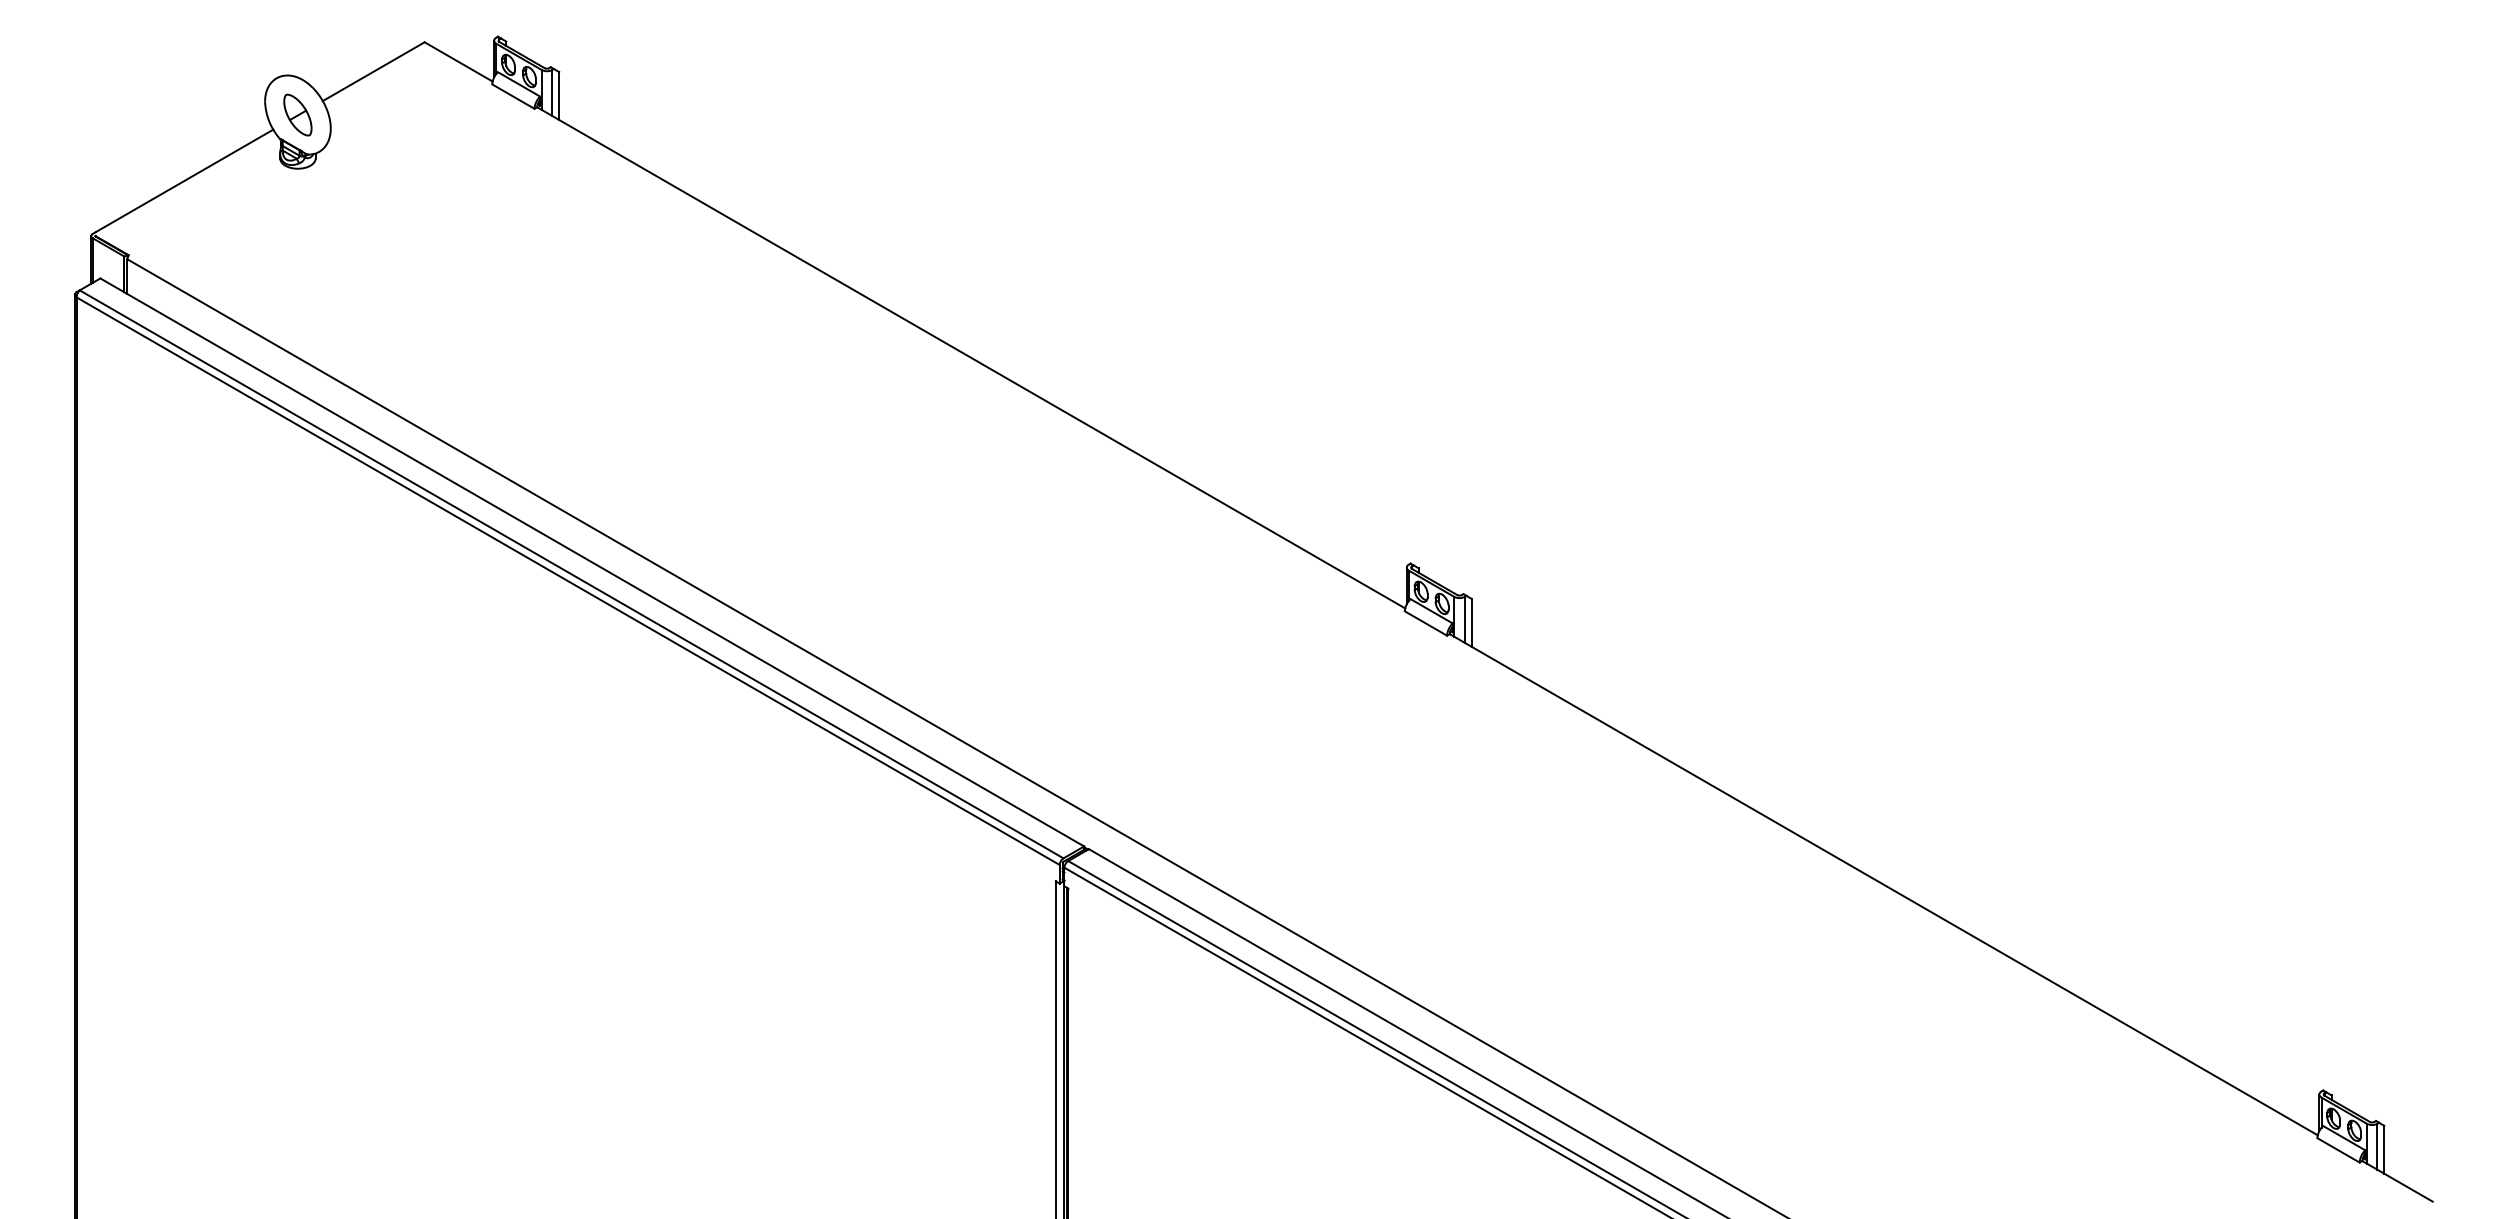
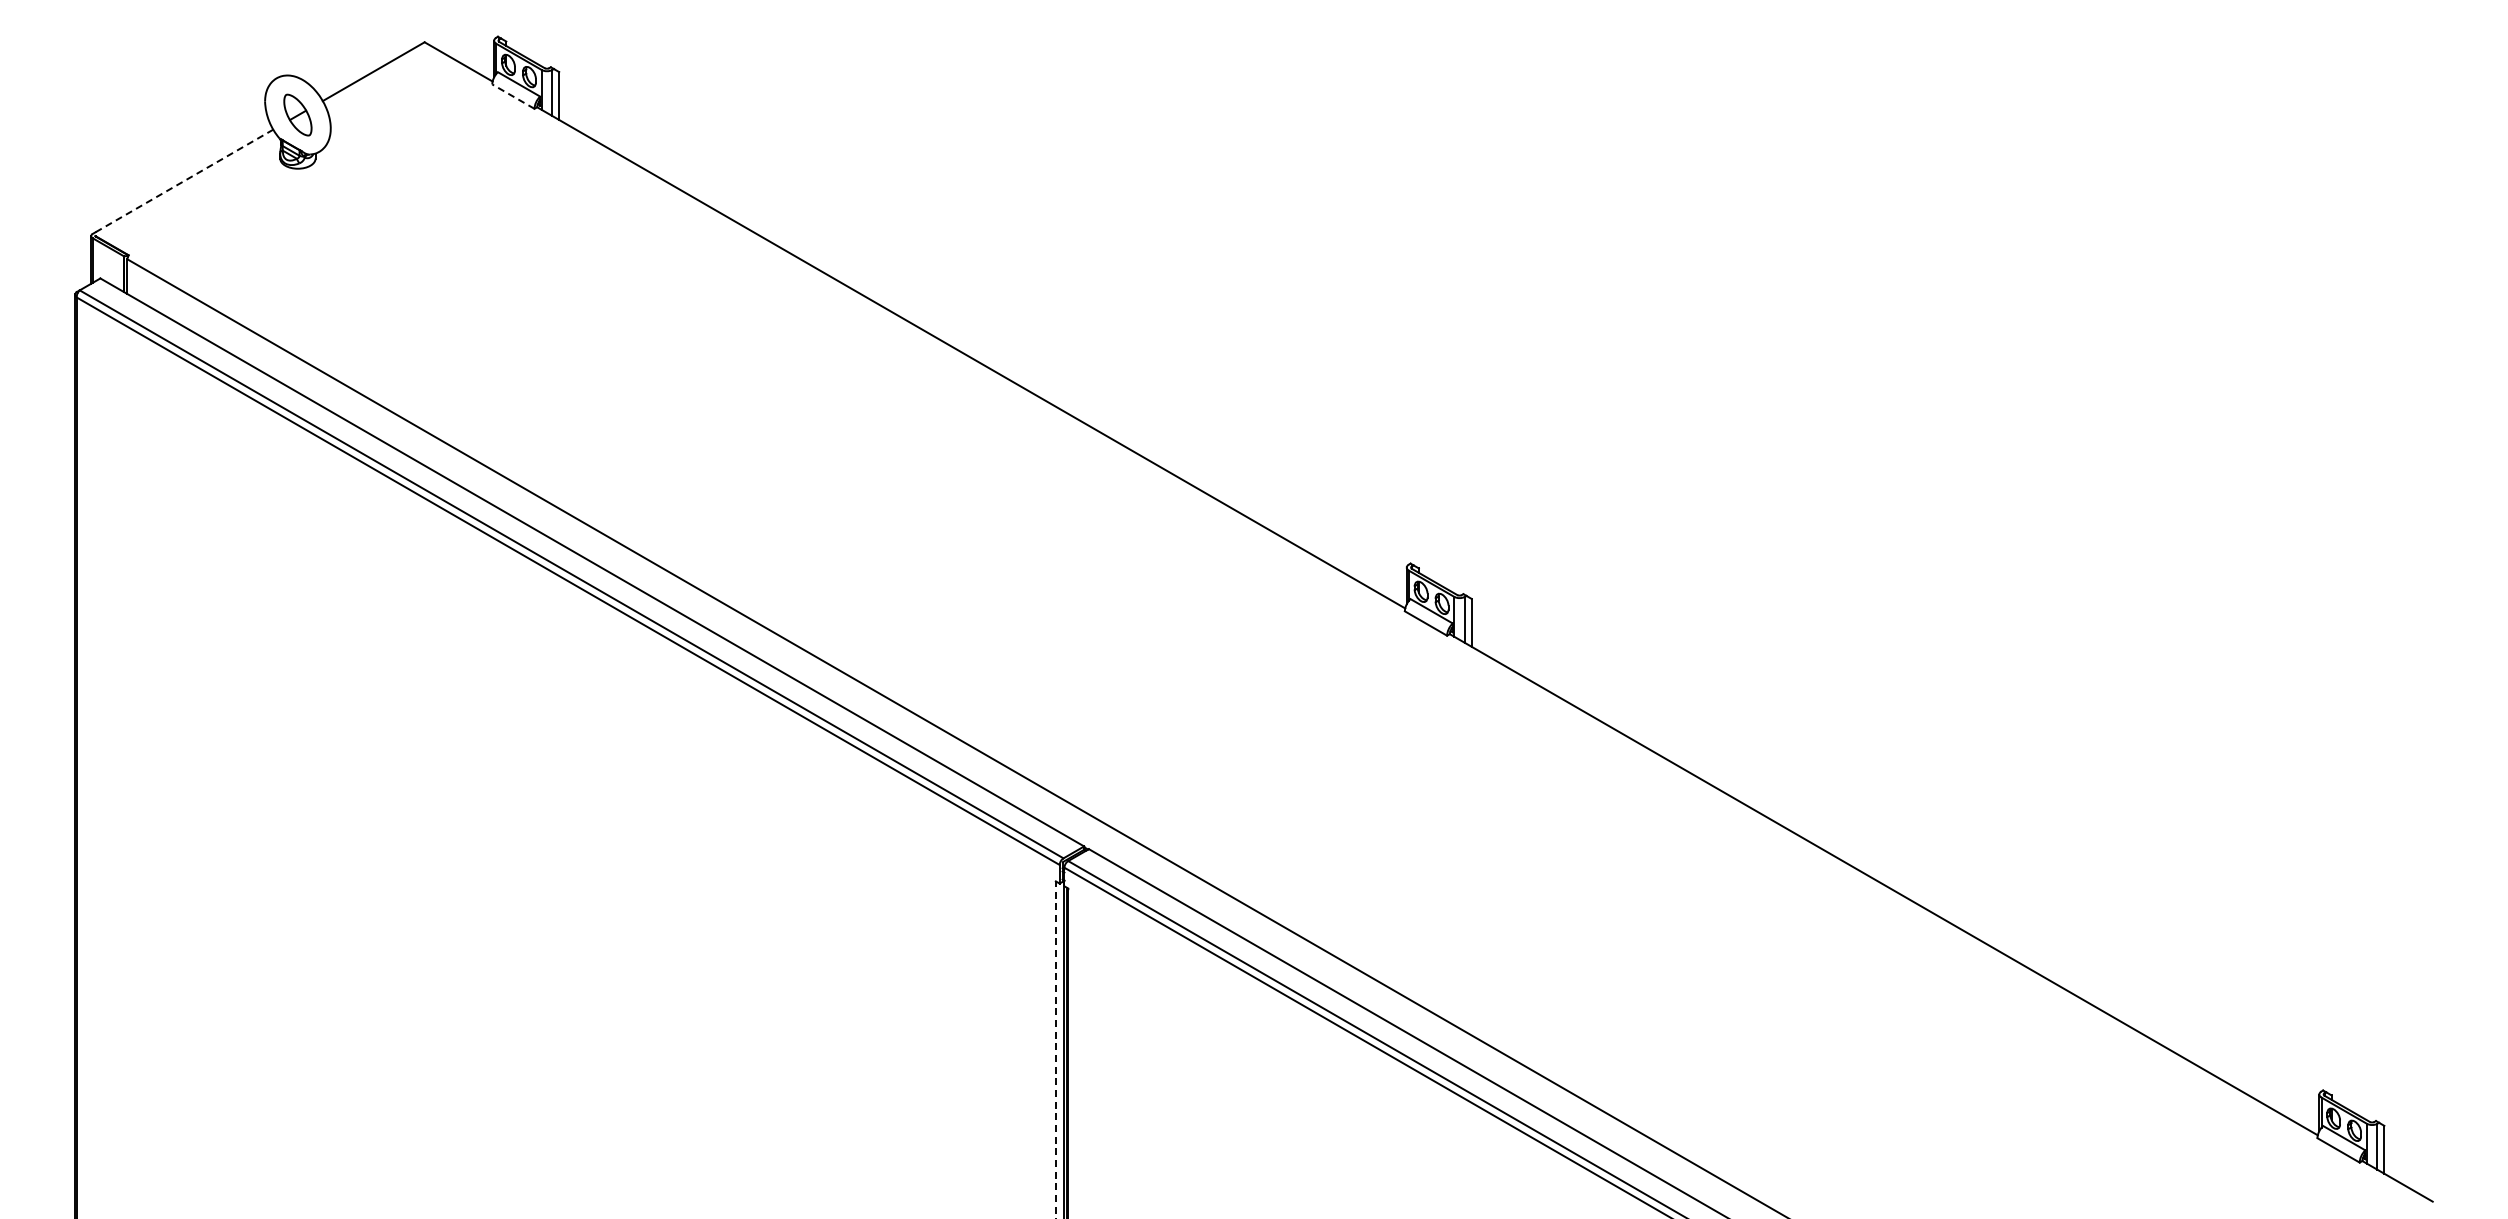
line at (512, 96): solid -> dashed
line at (184, 180): solid -> dashed
line at (1055, 1049): solid -> dashed
